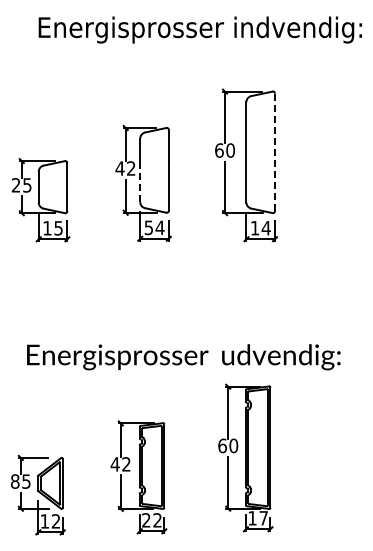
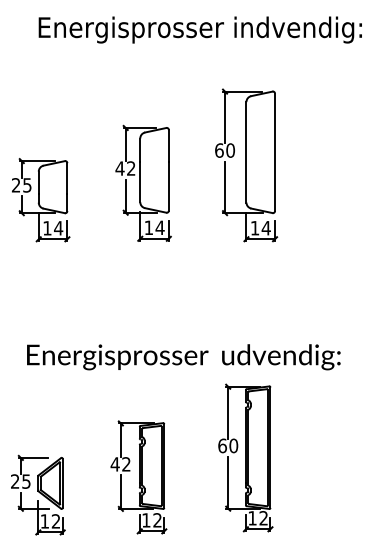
line at (275, 152): dashed -> solid
line at (140, 182): dashed -> solid
text at (148, 227): 54 -> 14
text at (58, 228): 15 -> 14
text at (15, 481): 85 -> 25
text at (263, 518): 17 -> 12
text at (146, 520): 22 -> 12
